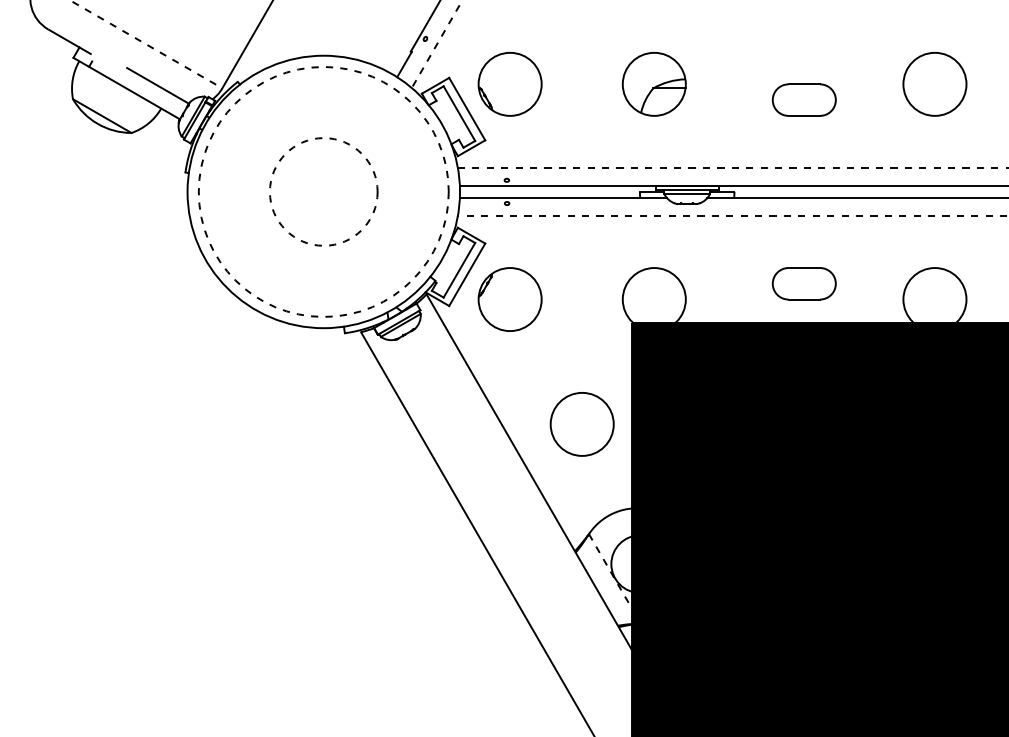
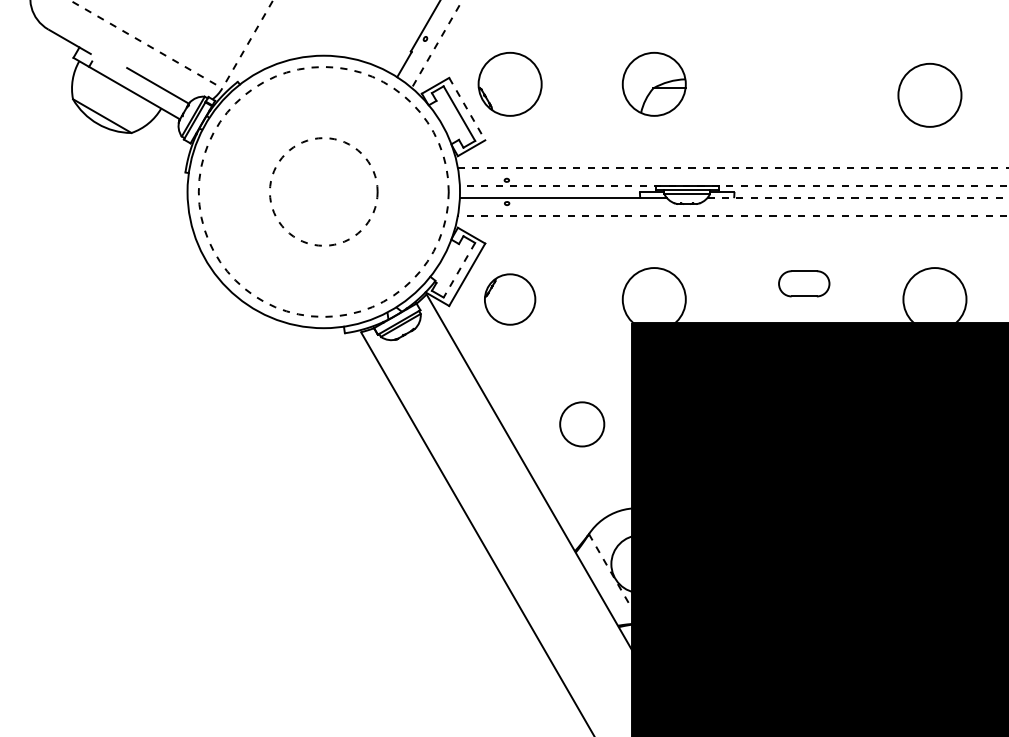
line at (247, 44): solid -> dashed
circle at (934, 83) position: (934, 83) -> (929, 94)
part at (803, 99): present -> none
line at (467, 109): solid -> dashed
line at (733, 185): solid -> dashed
line at (858, 198): solid -> dashed
line at (459, 270): solid -> dashed
part at (803, 283) size: 66x34 px -> 53x28 px
part at (509, 299) size: 66x65 px -> 53x53 px
circle at (581, 423) diameter: 63 px -> 44 px
